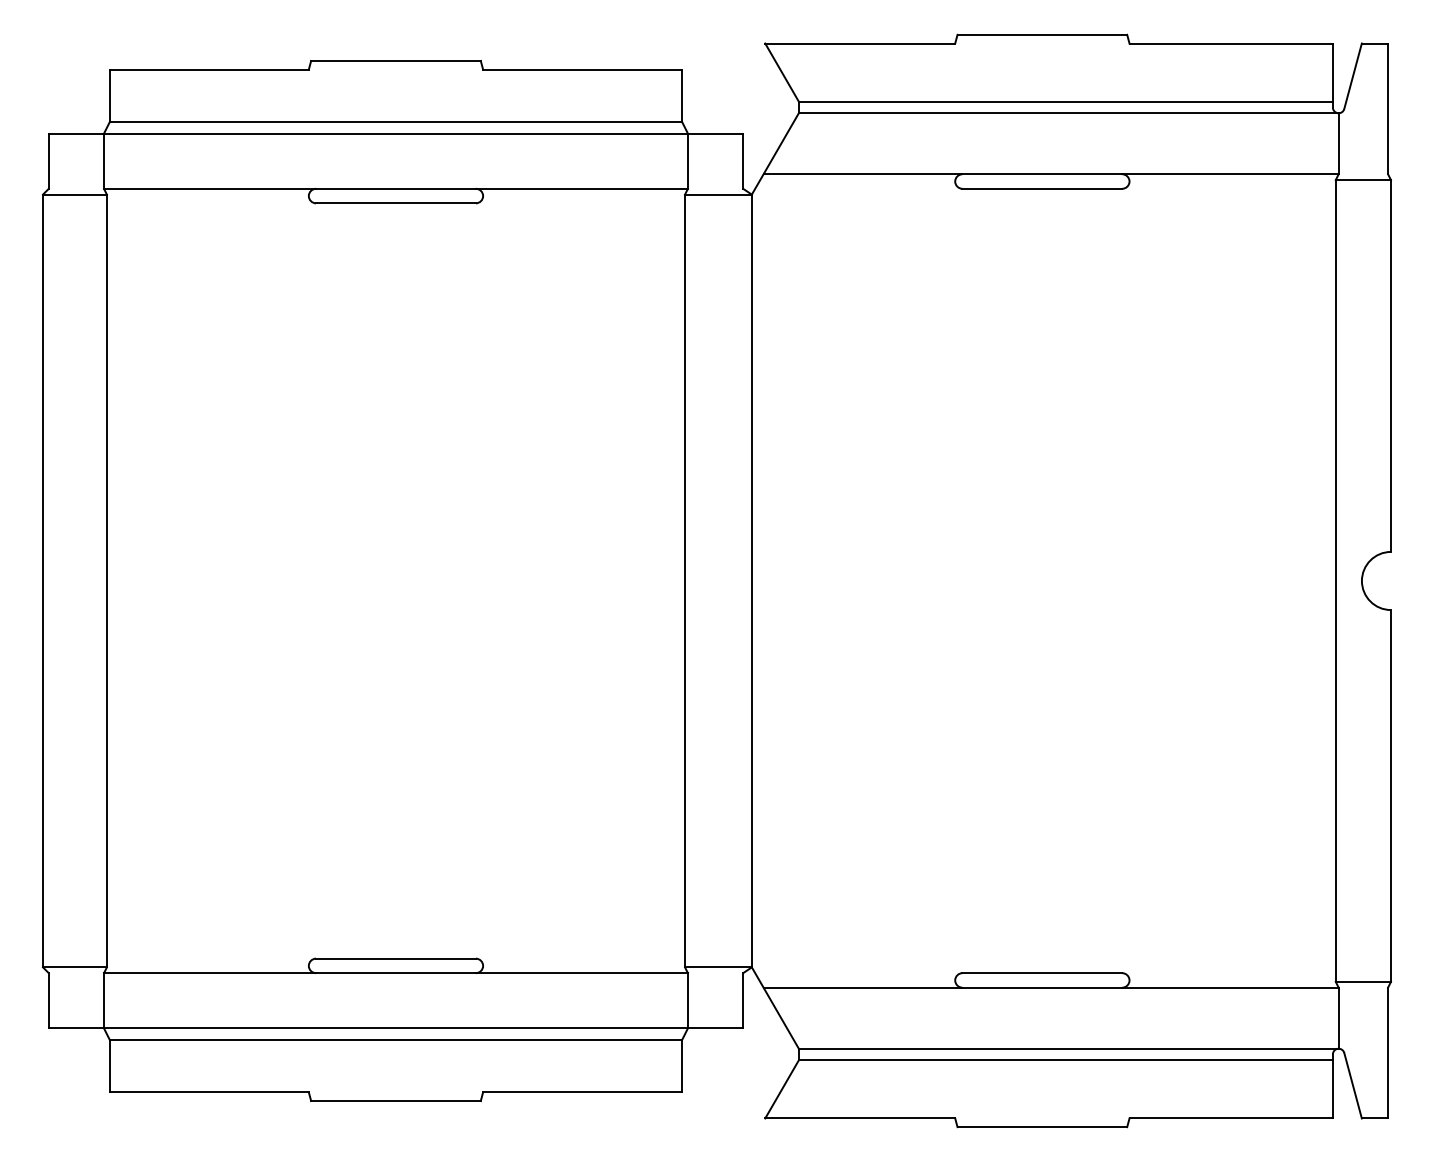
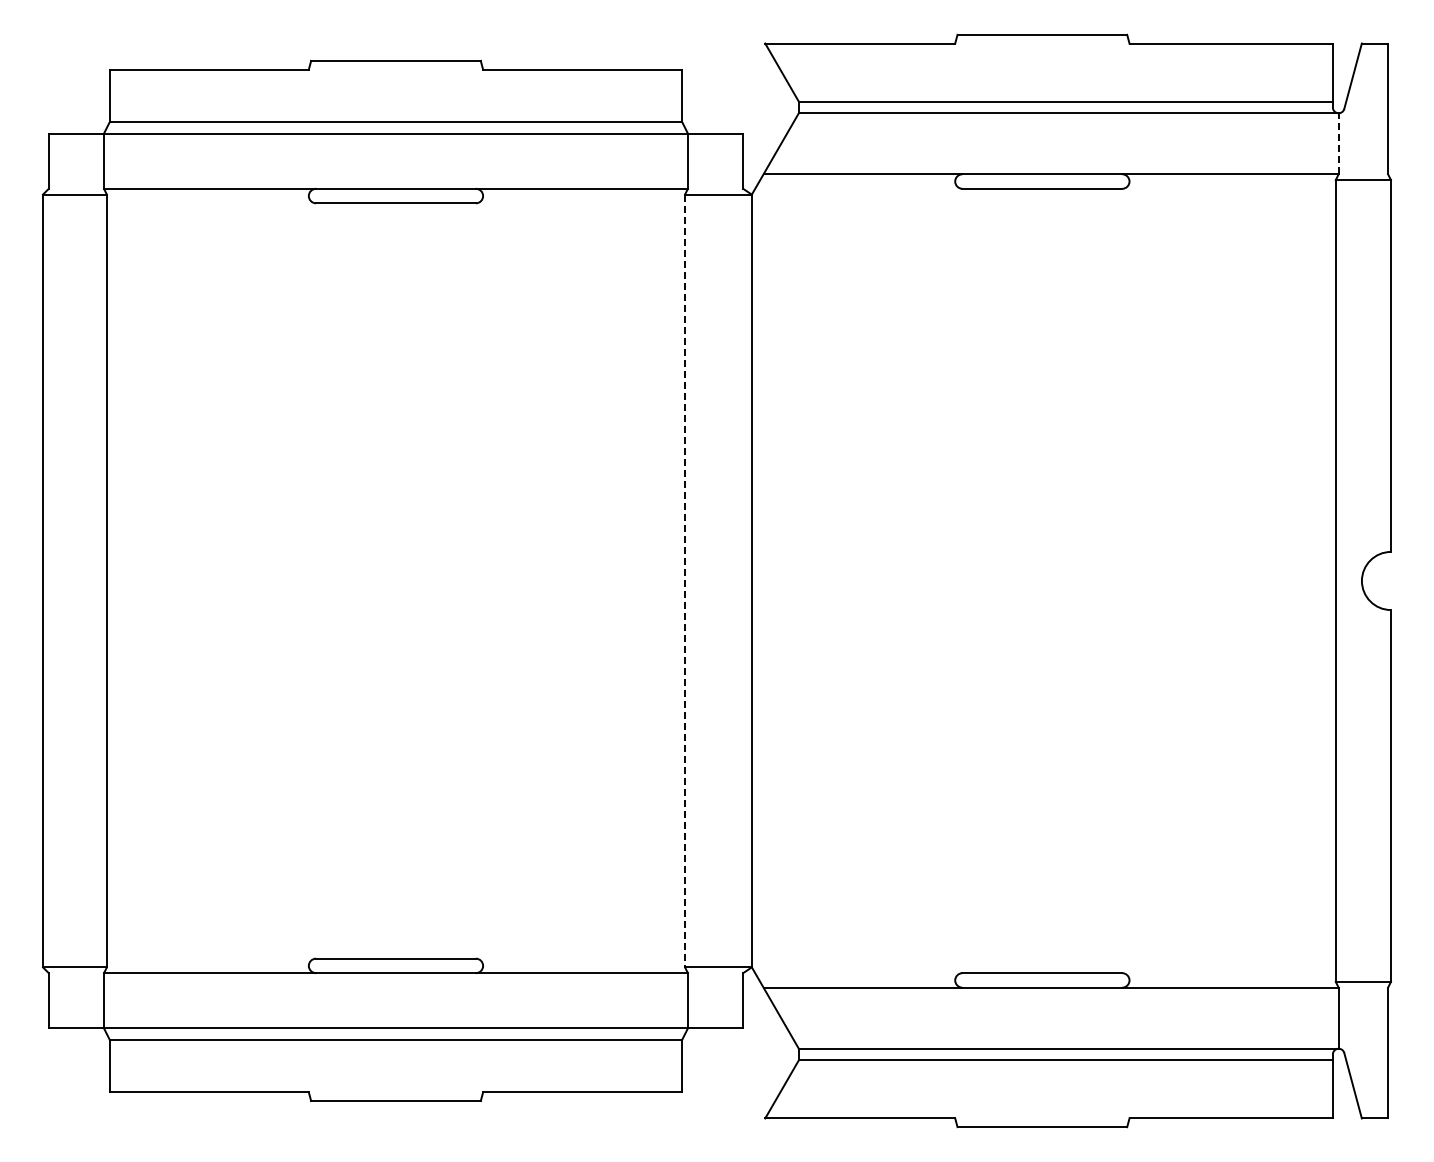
line at (1338, 143): solid -> dashed
line at (685, 581): solid -> dashed
